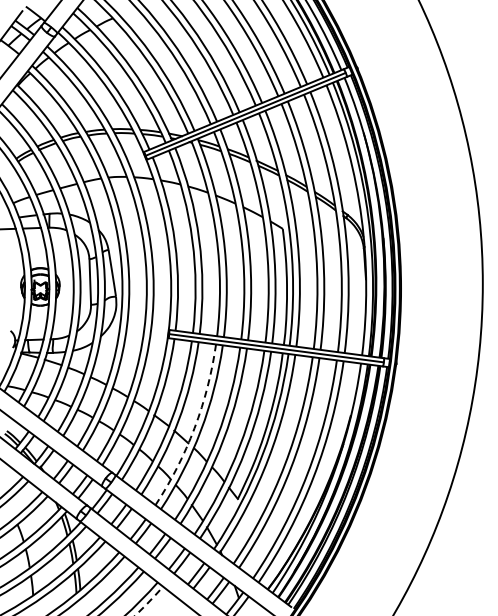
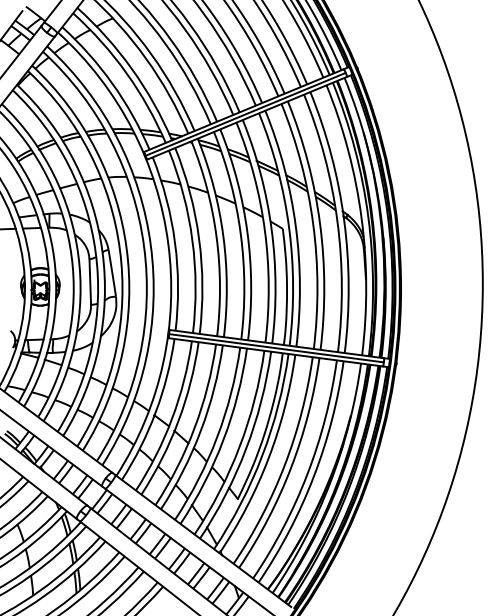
arc at (194, 428): dashed -> solid
arc at (149, 601): dashed -> solid
